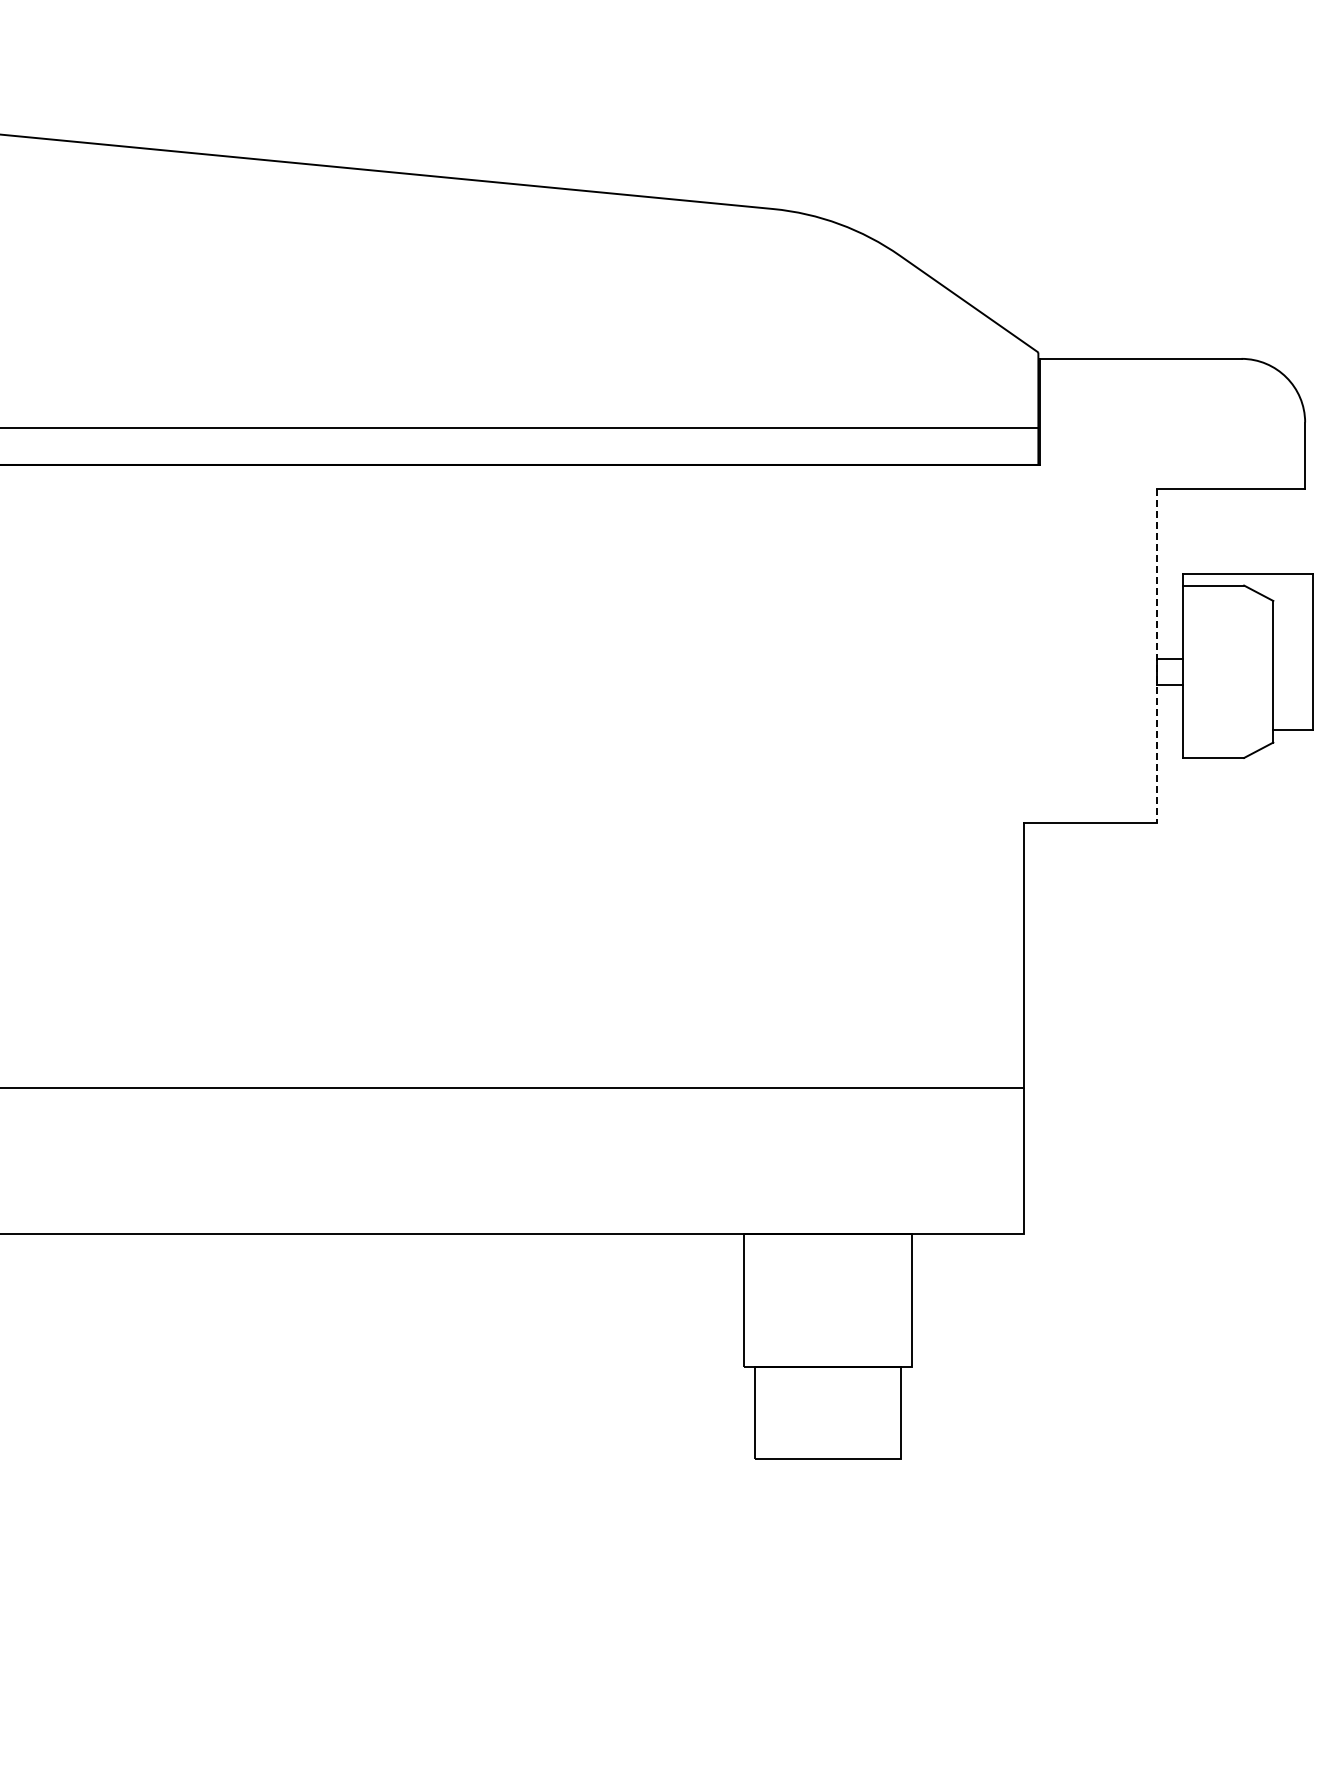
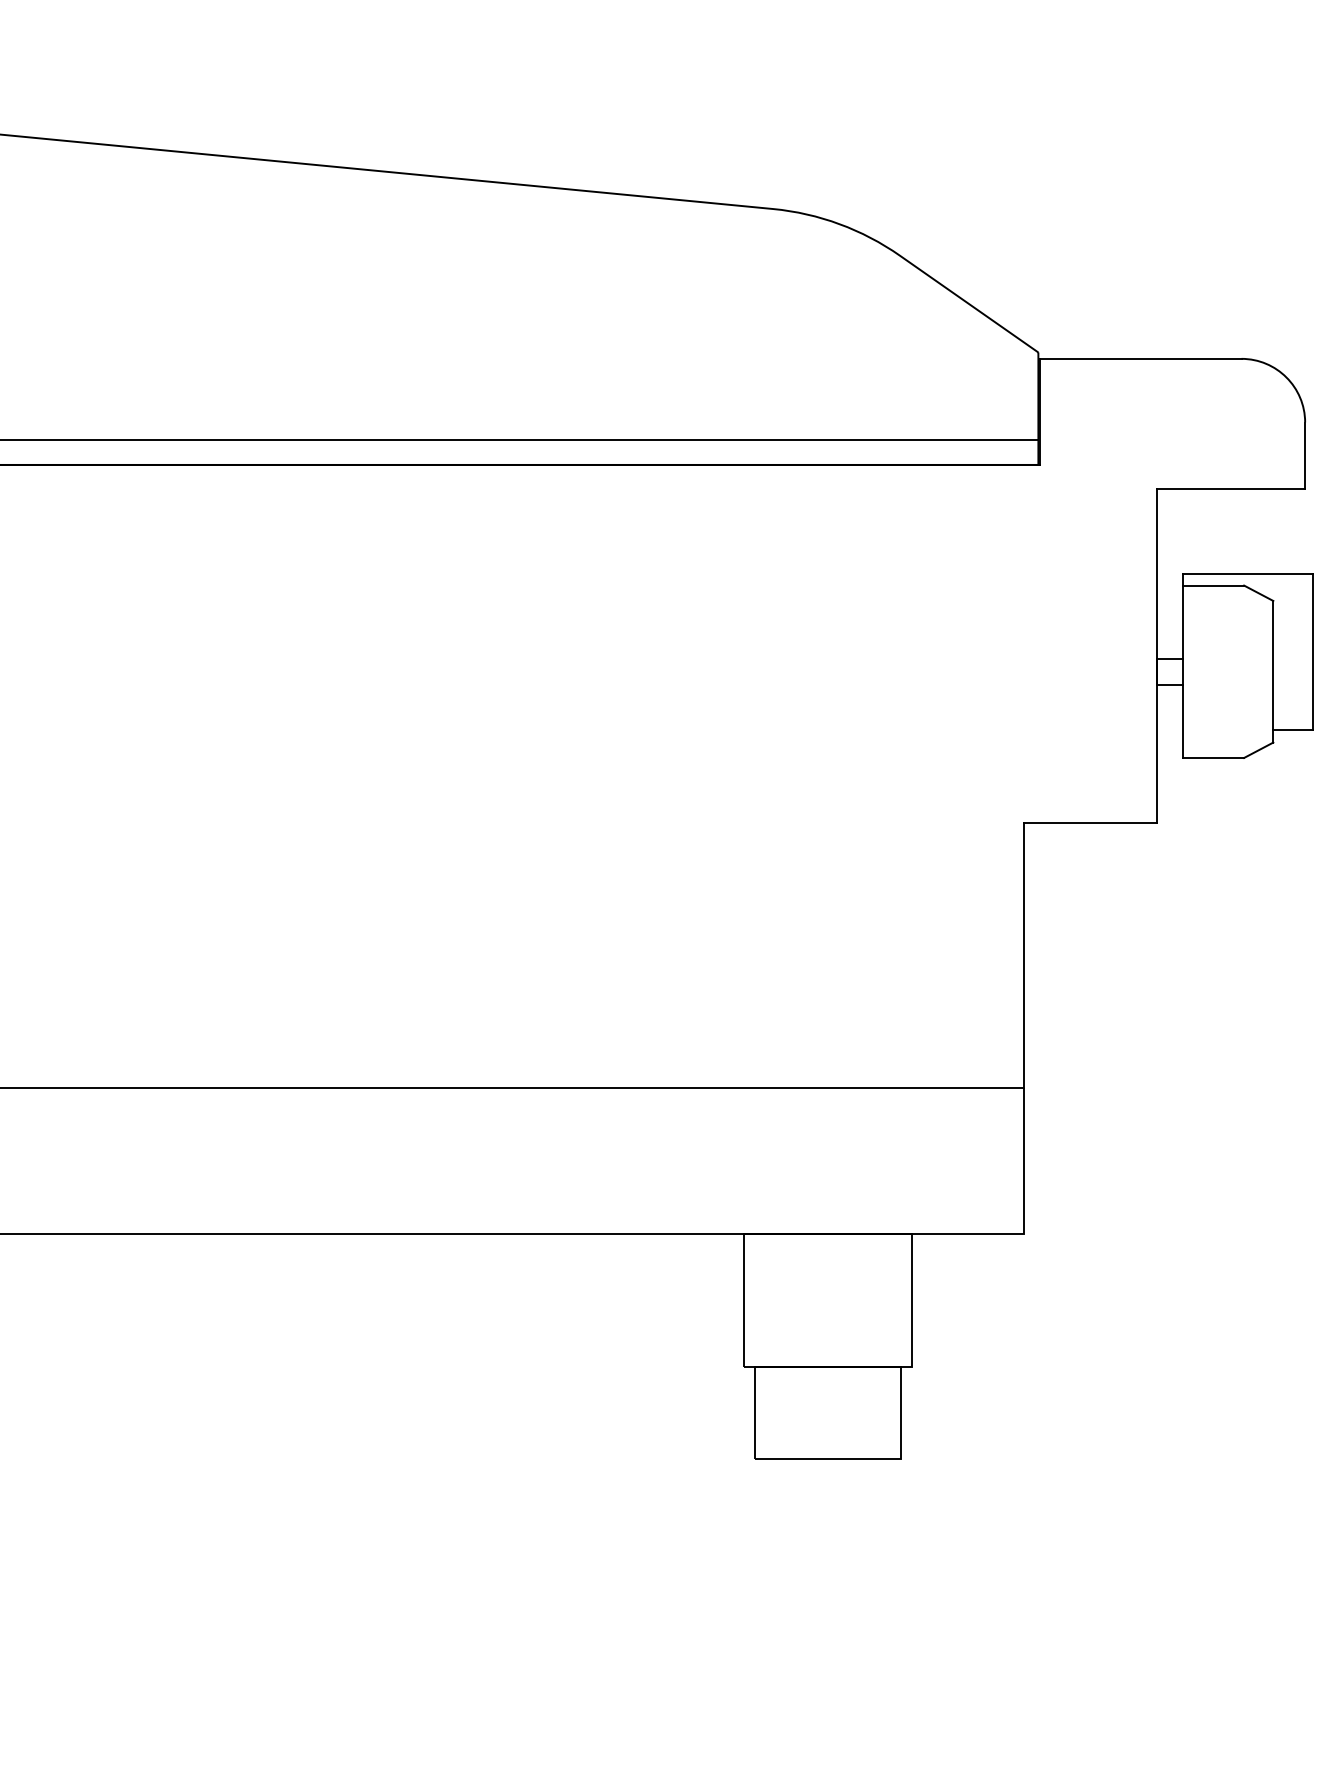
line at (520, 427) position: (520, 427) -> (520, 439)
line at (1156, 656): dashed -> solid
